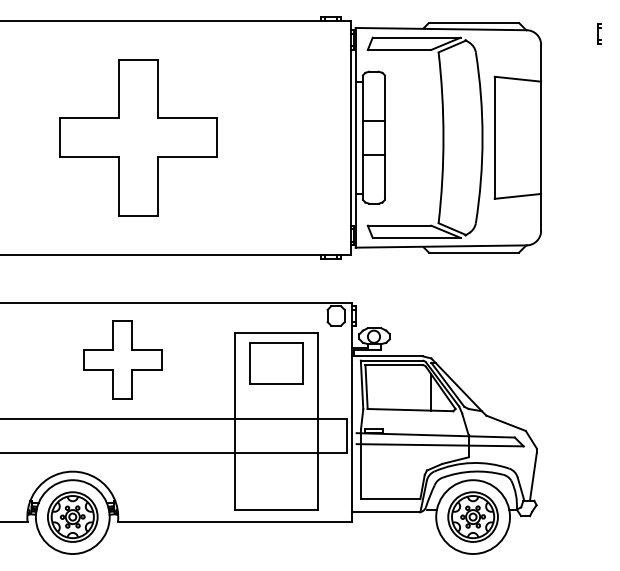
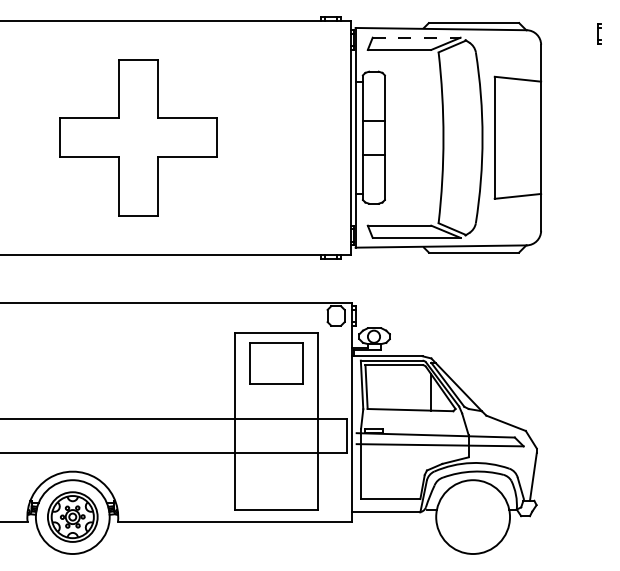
line at (416, 37): solid -> dashed
part at (122, 359): present -> none
part at (472, 516): present -> none
